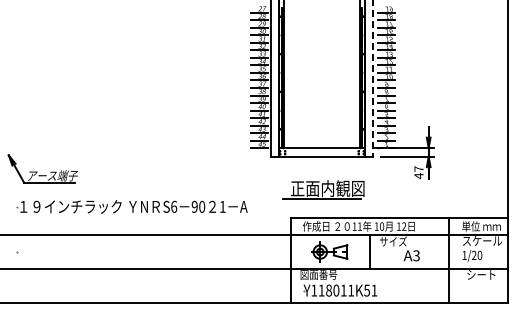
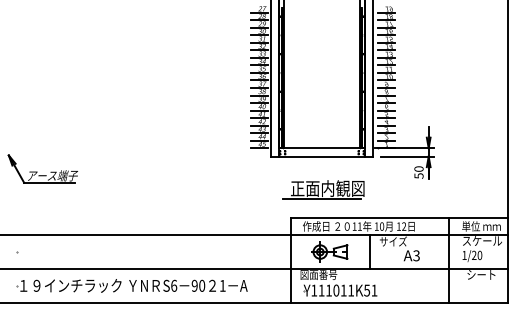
line at (372, 78): dashed -> solid
text at (418, 172): 47 -> 50
part at (131, 206) position: (131, 206) -> (131, 285)
text at (329, 290): Y118011K51 -> Y111011K51
